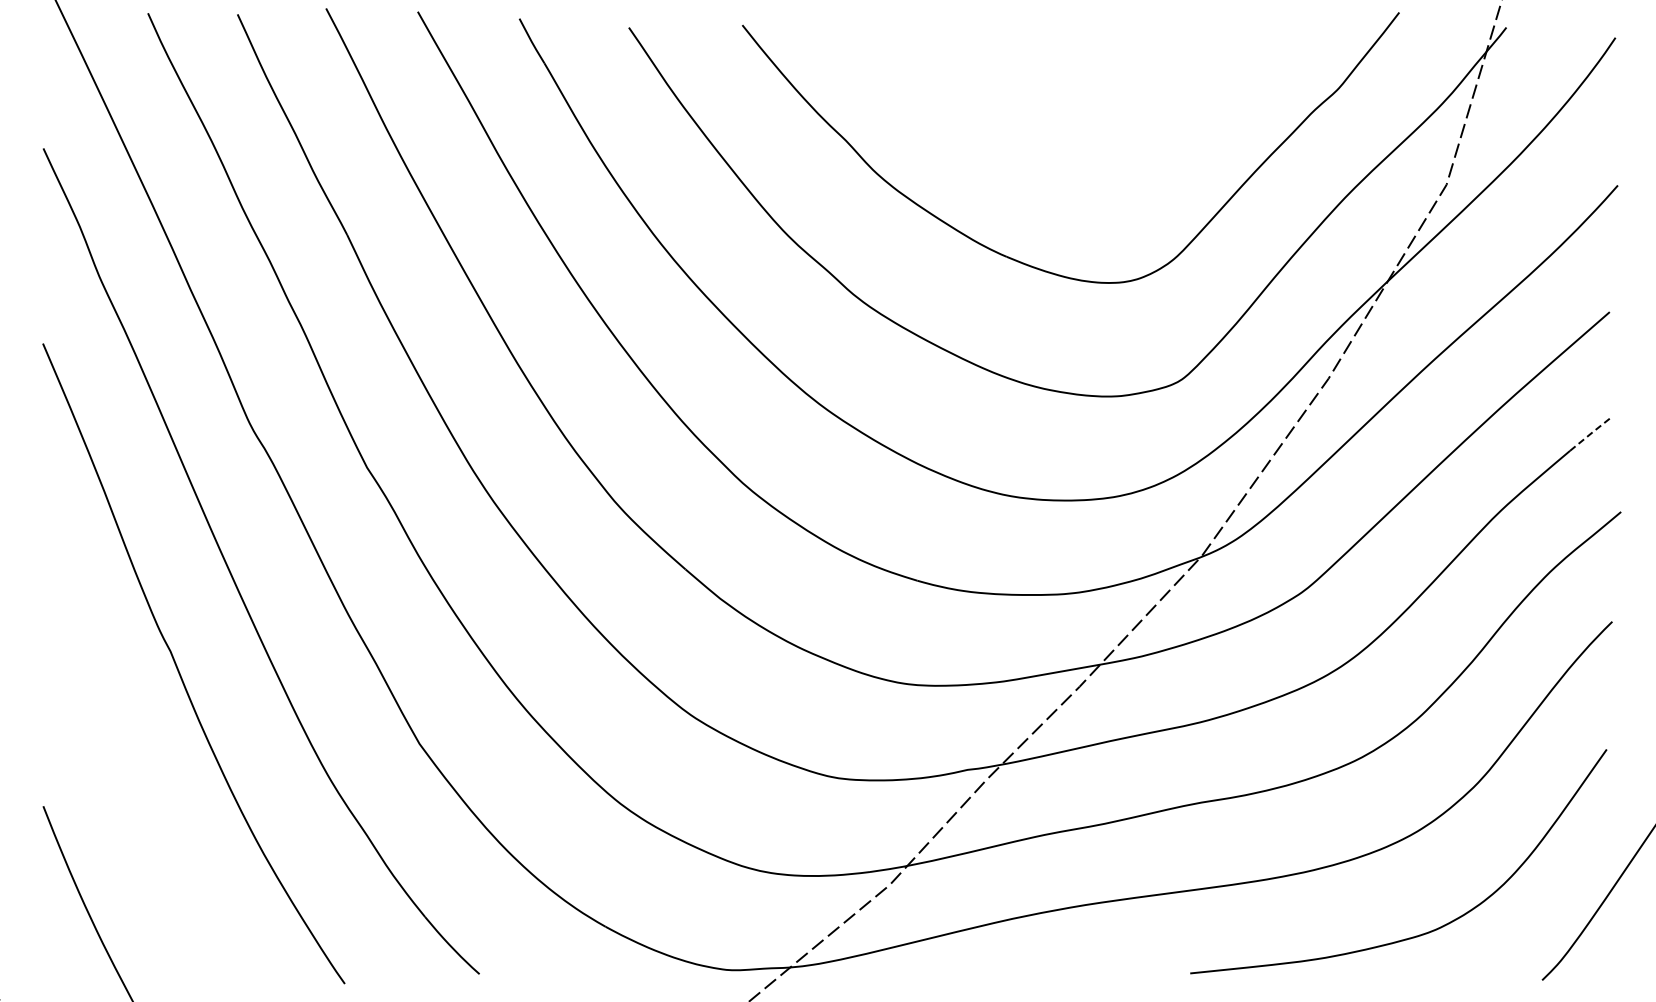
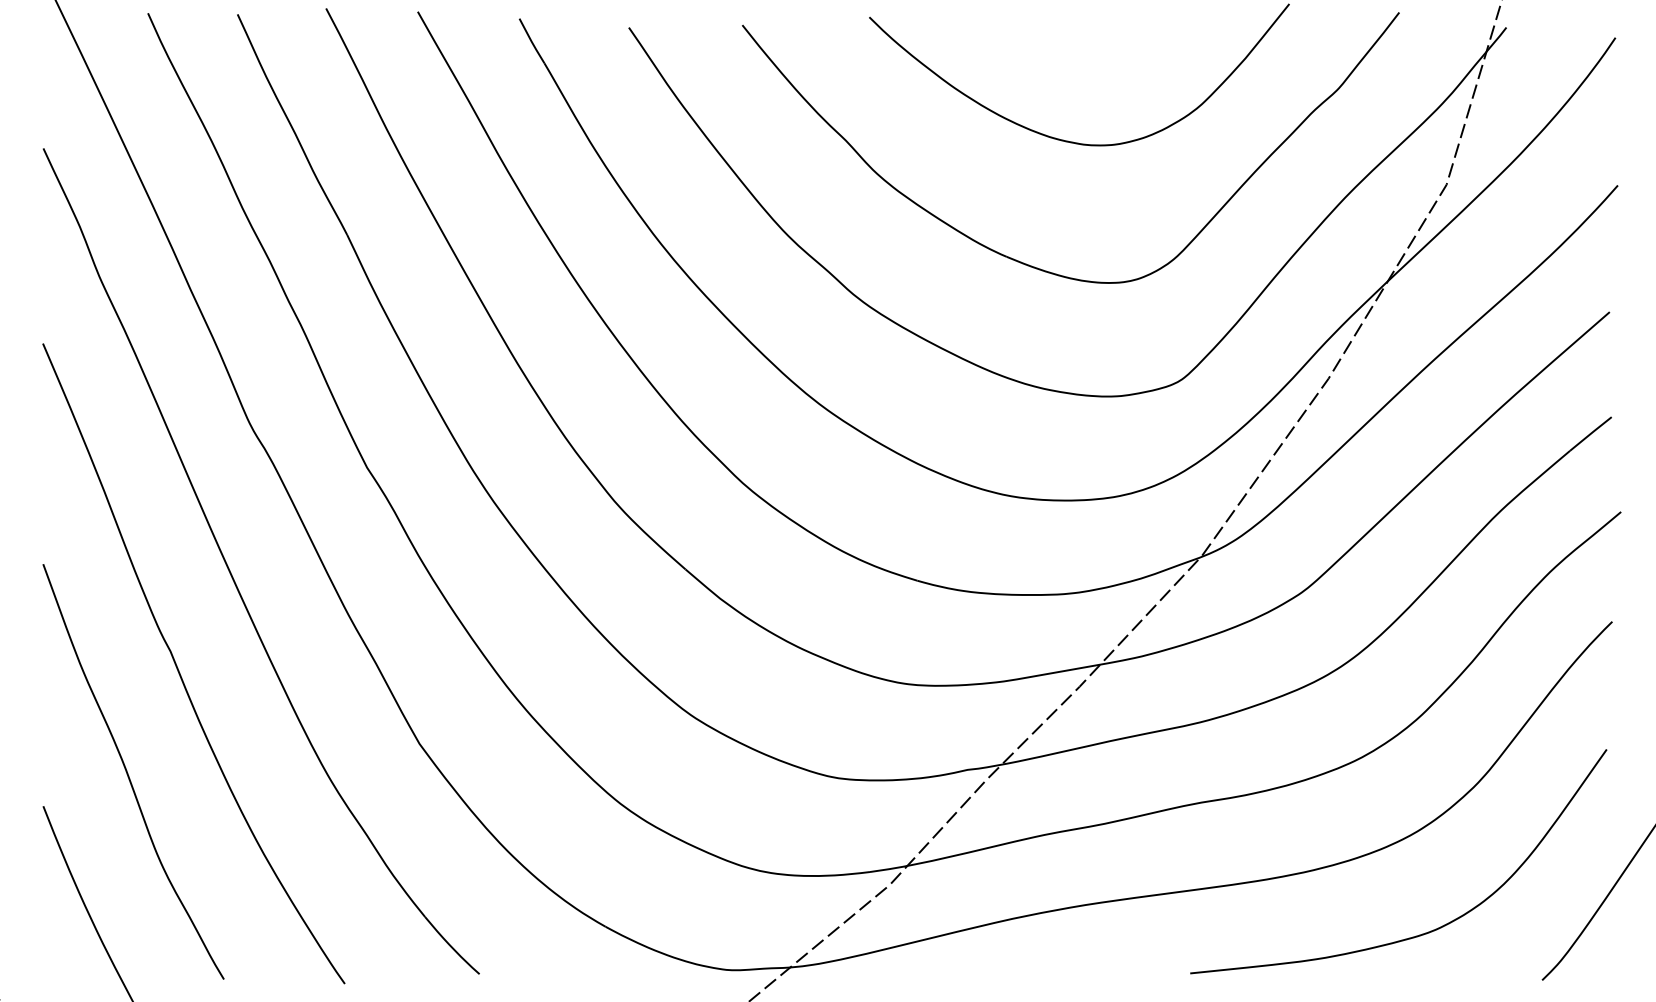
curve at (1068, 140): none -> present
line at (1591, 433): dashed -> solid
curve at (128, 773): none -> present
